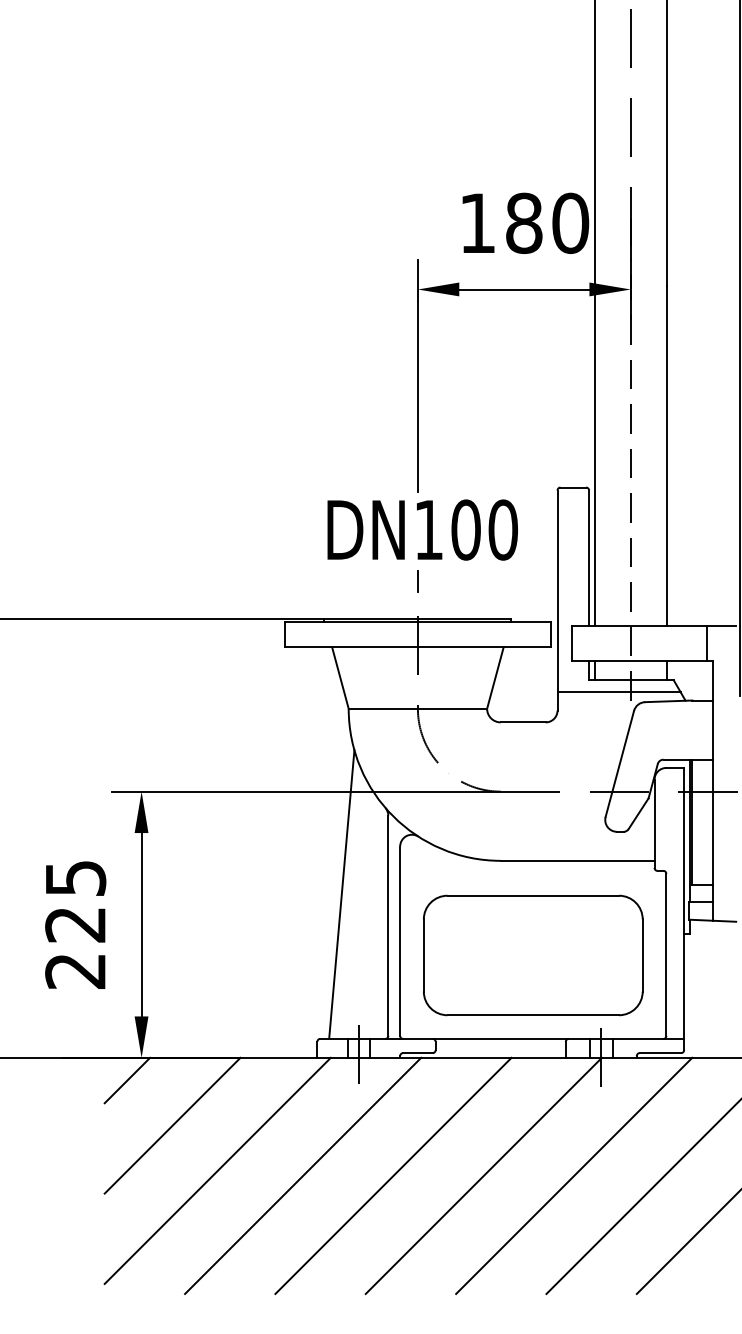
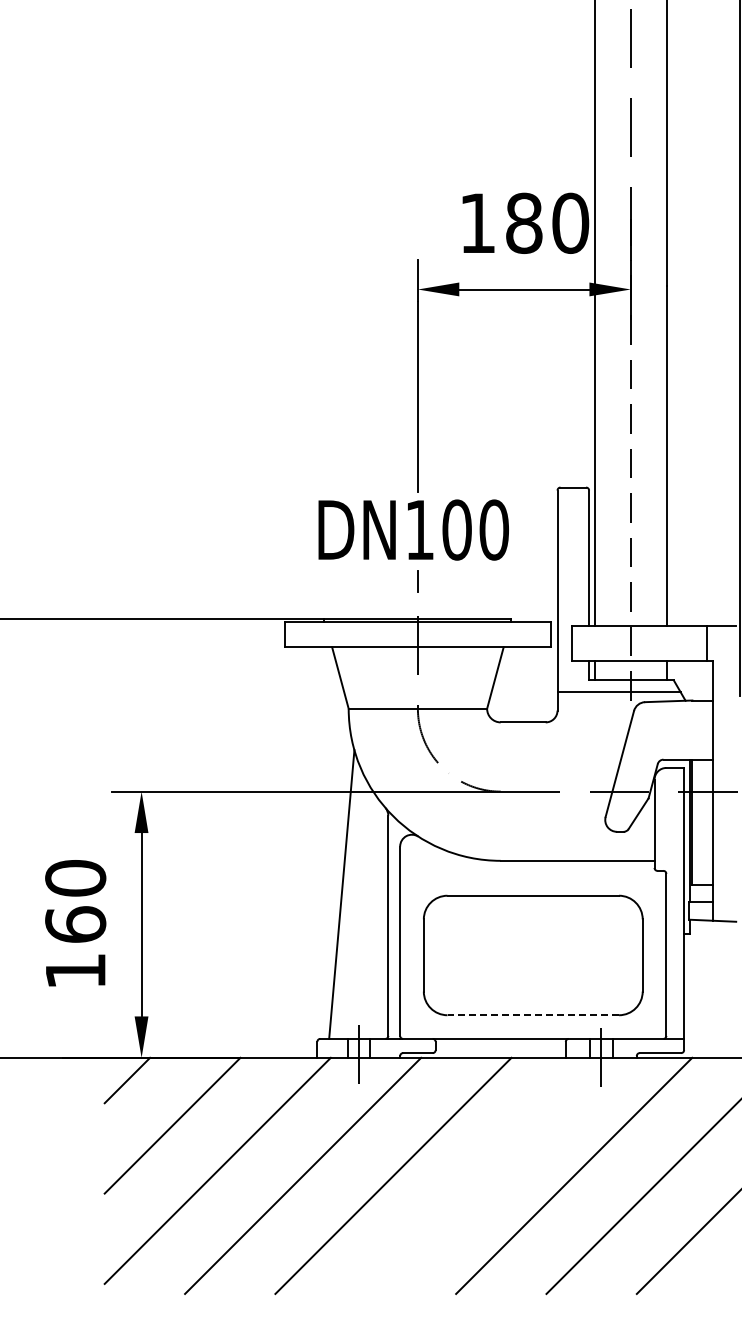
text at (422, 529) position: (422, 529) -> (413, 529)
text at (75, 924): 225 -> 160
line at (533, 1015): solid -> dashed
line at (483, 1175): present -> none
